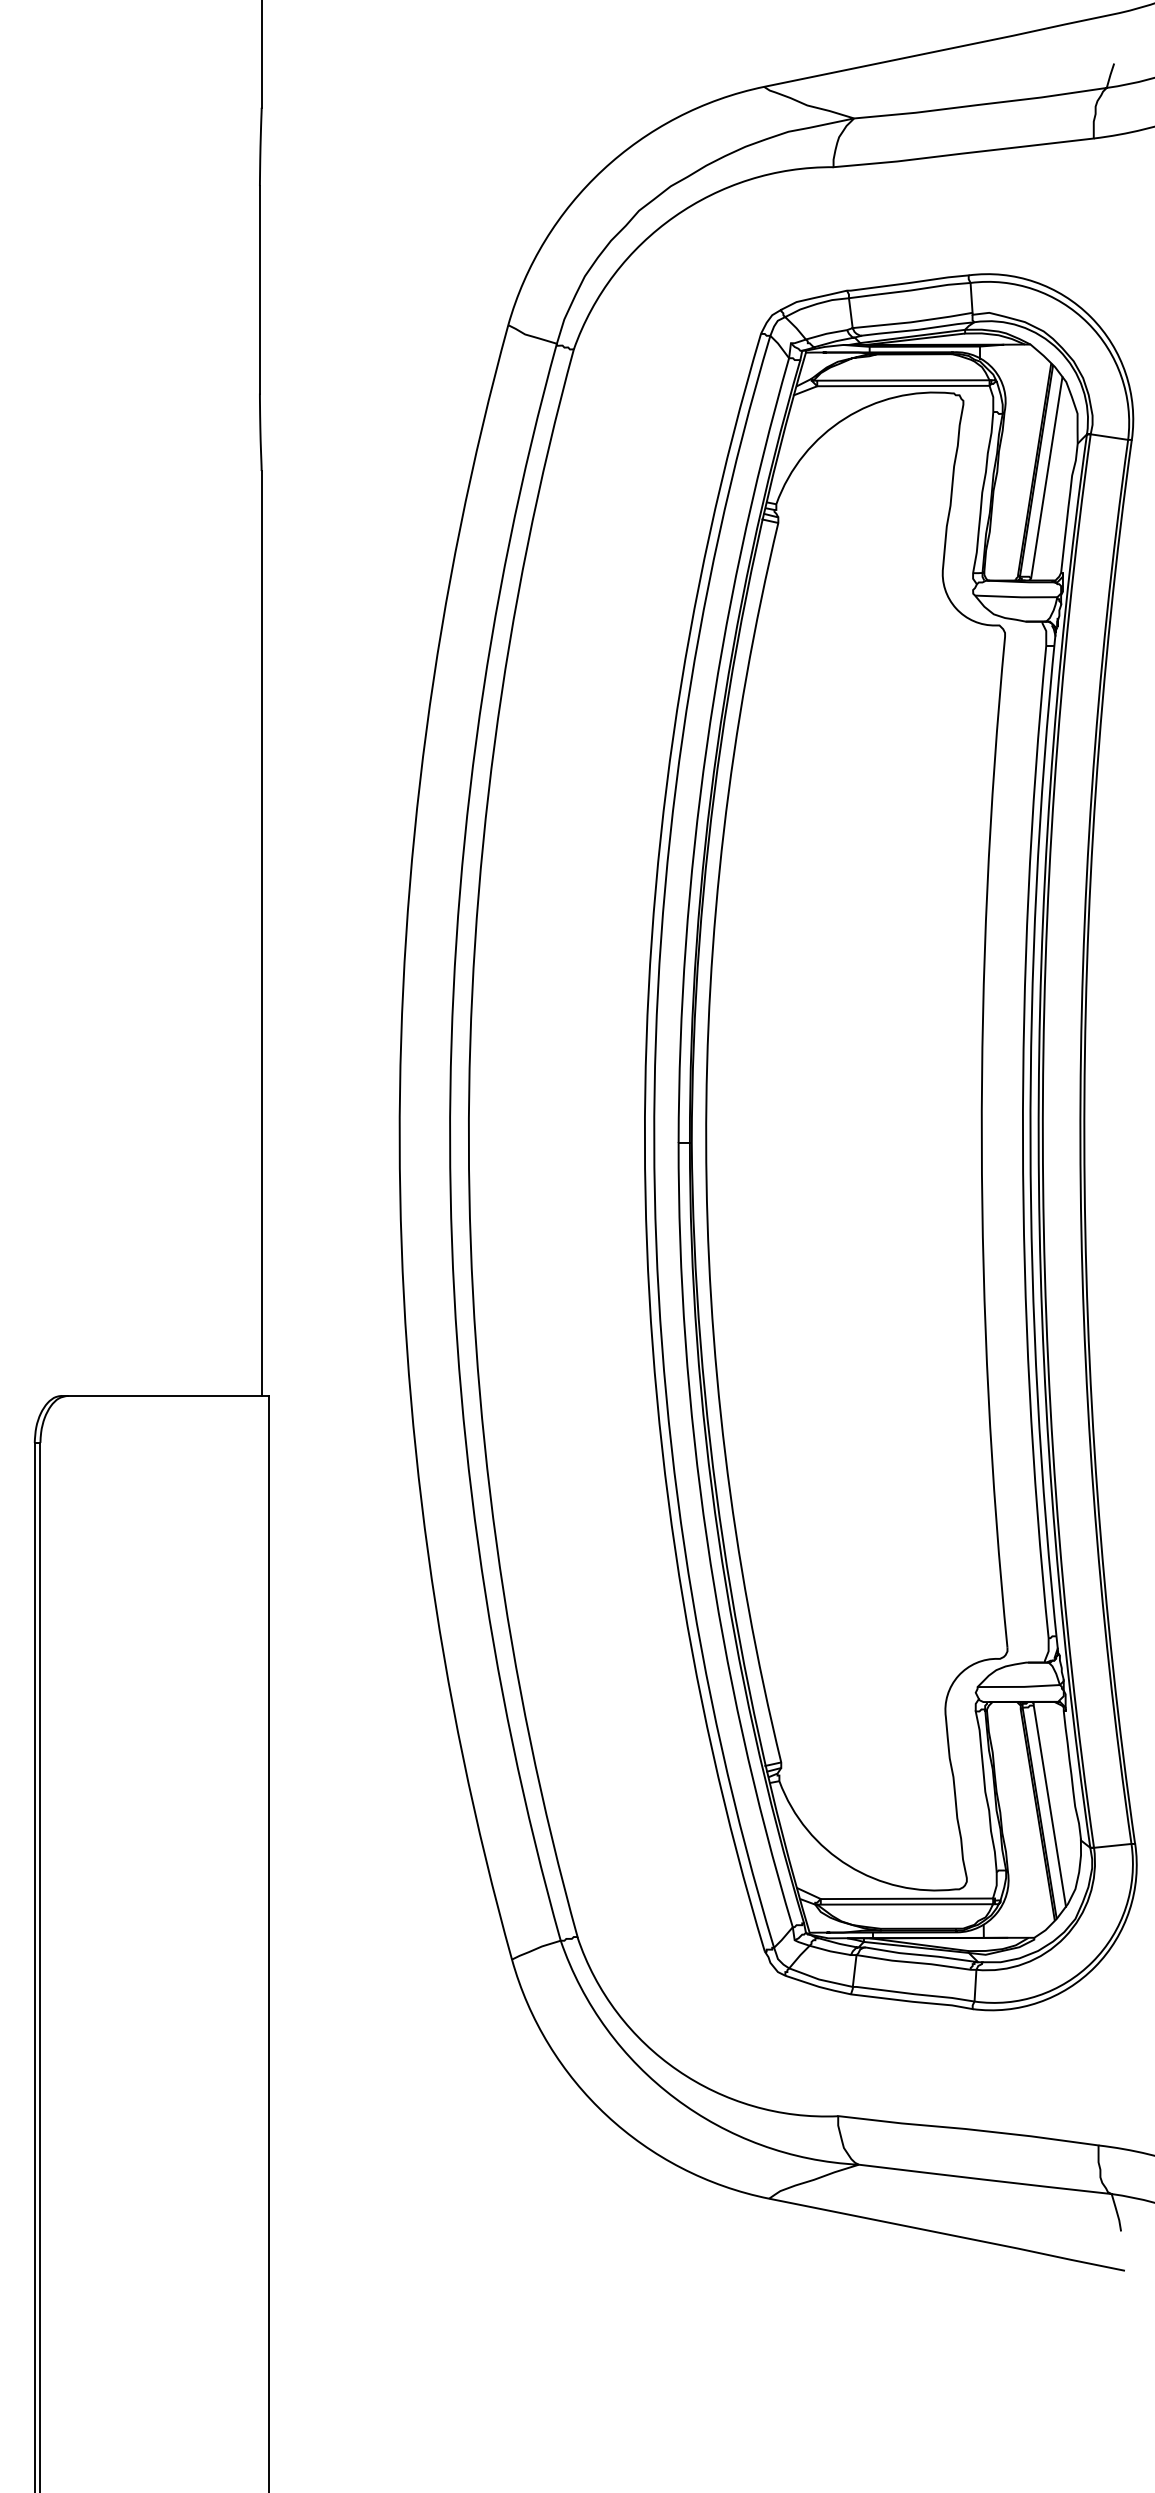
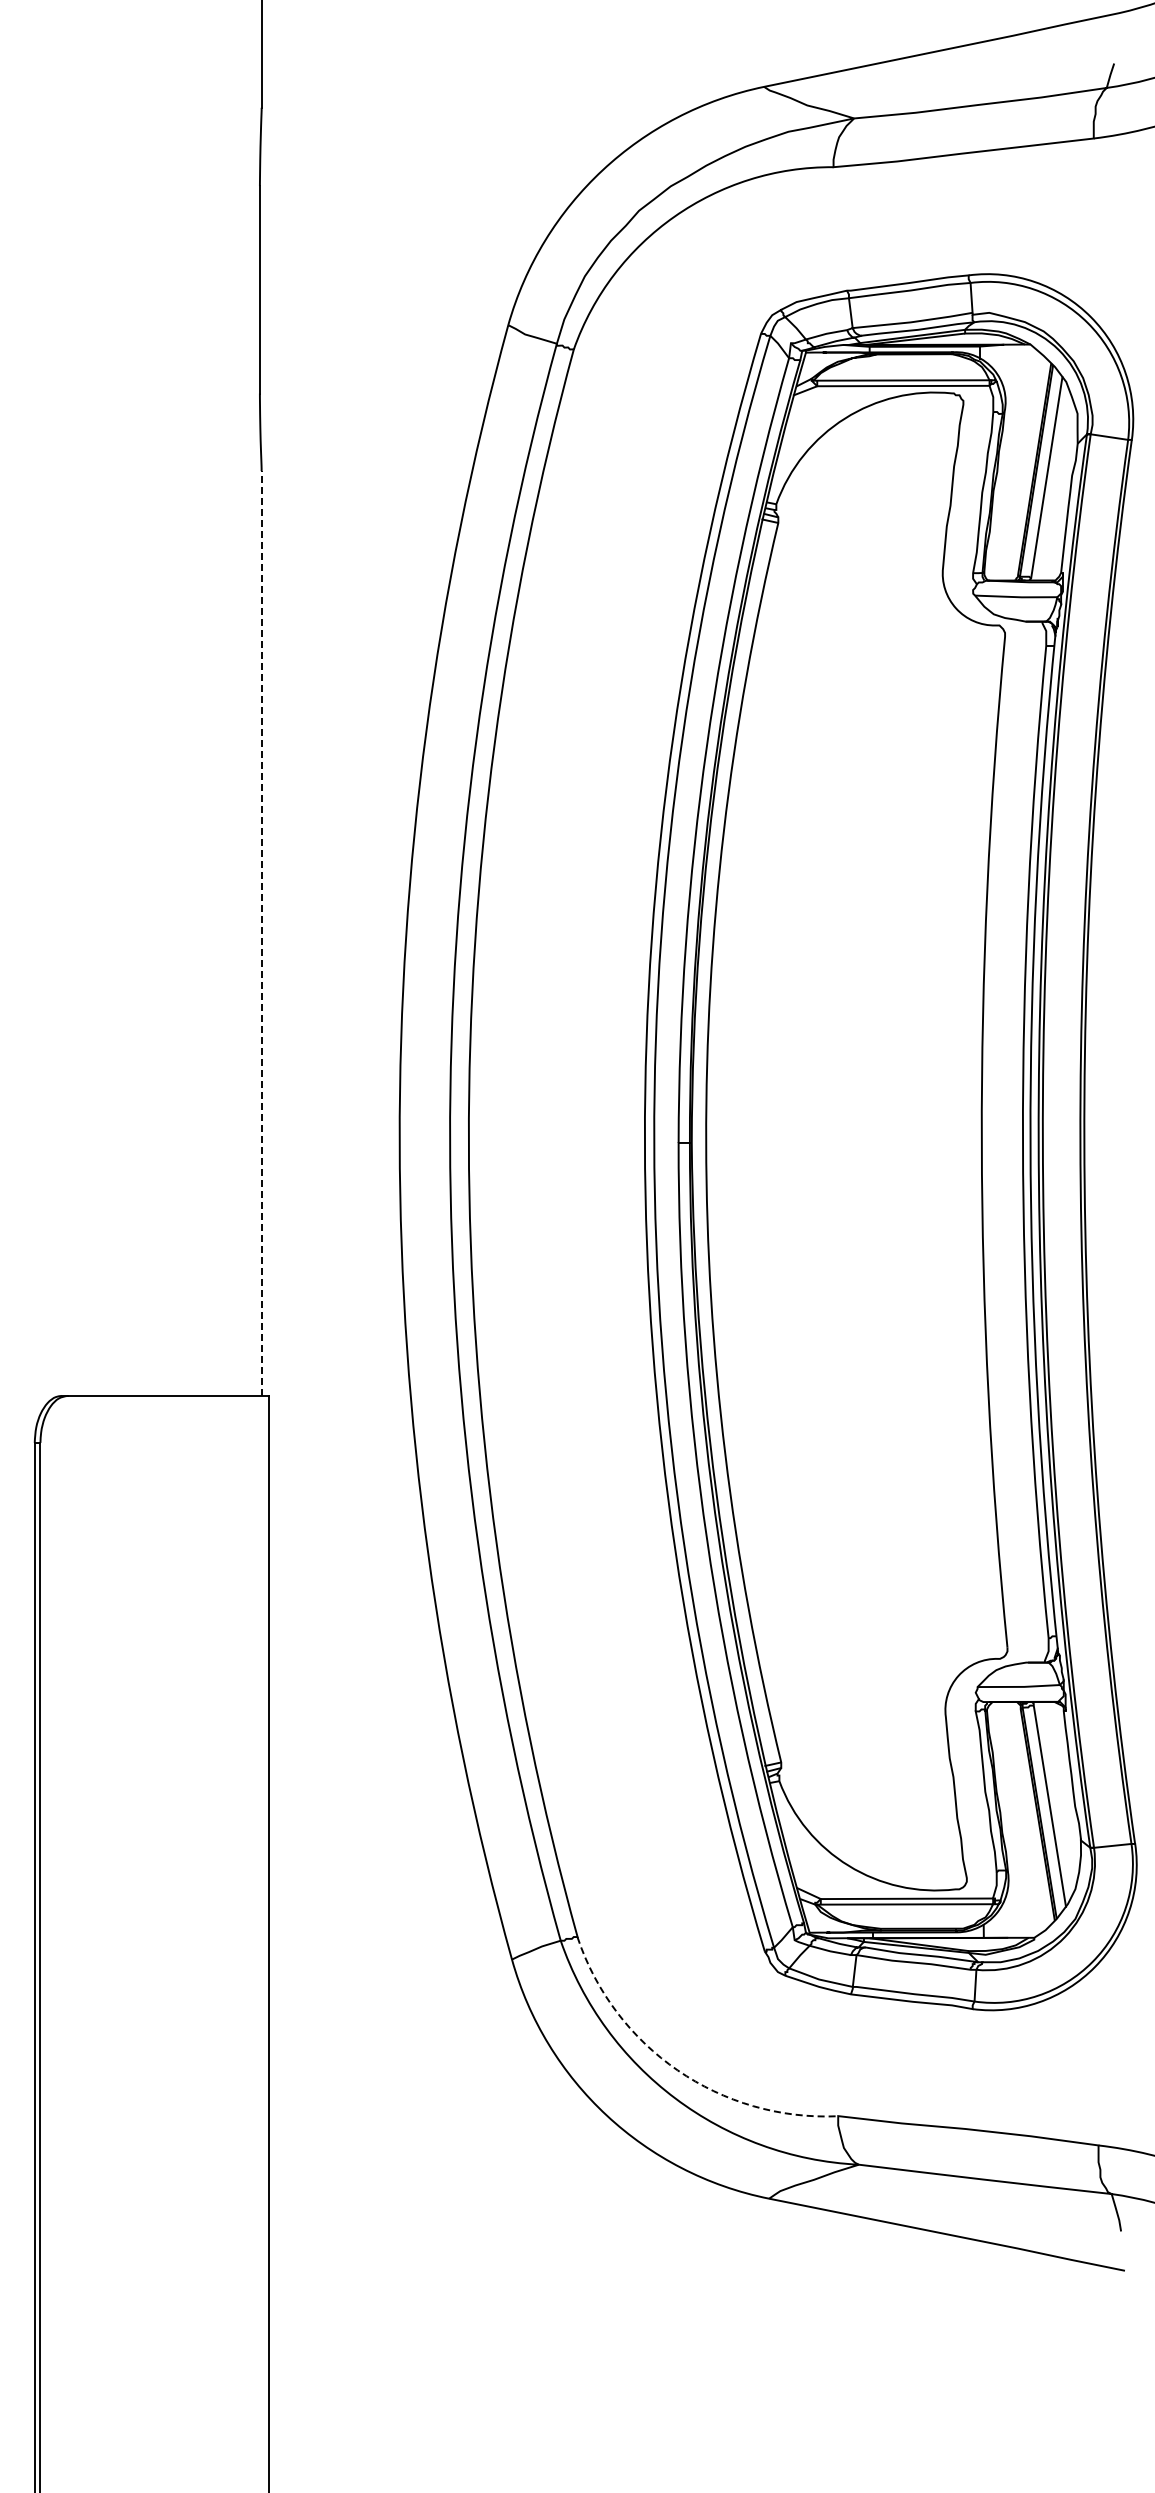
line at (261, 932): solid -> dashed
arc at (677, 2070): solid -> dashed
